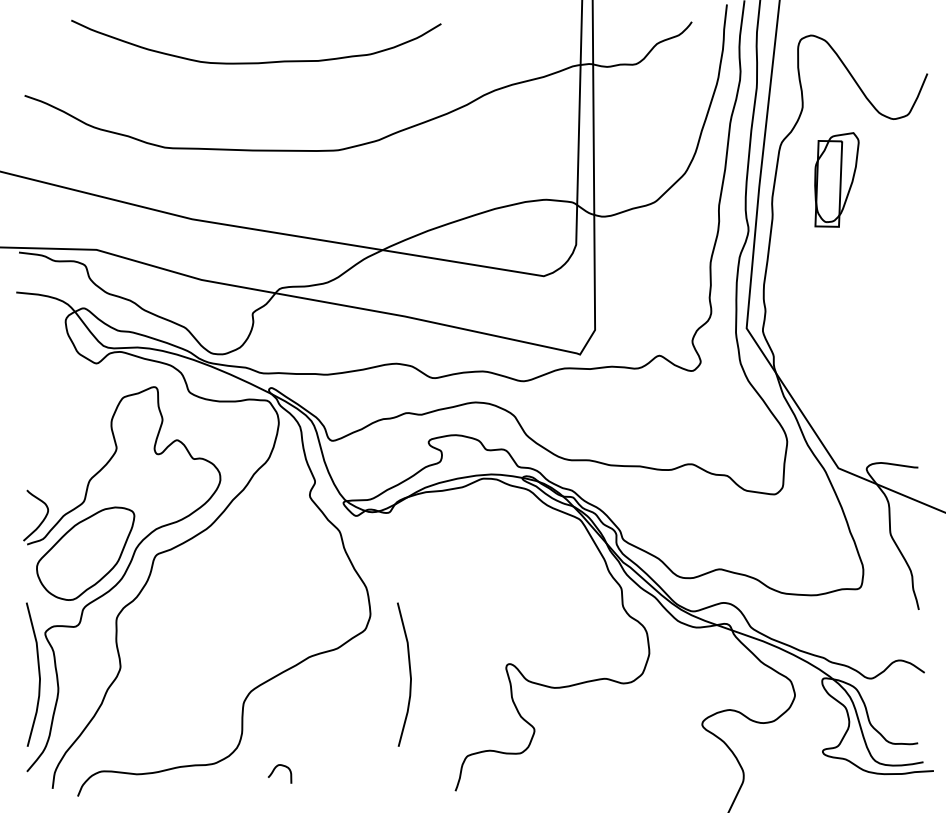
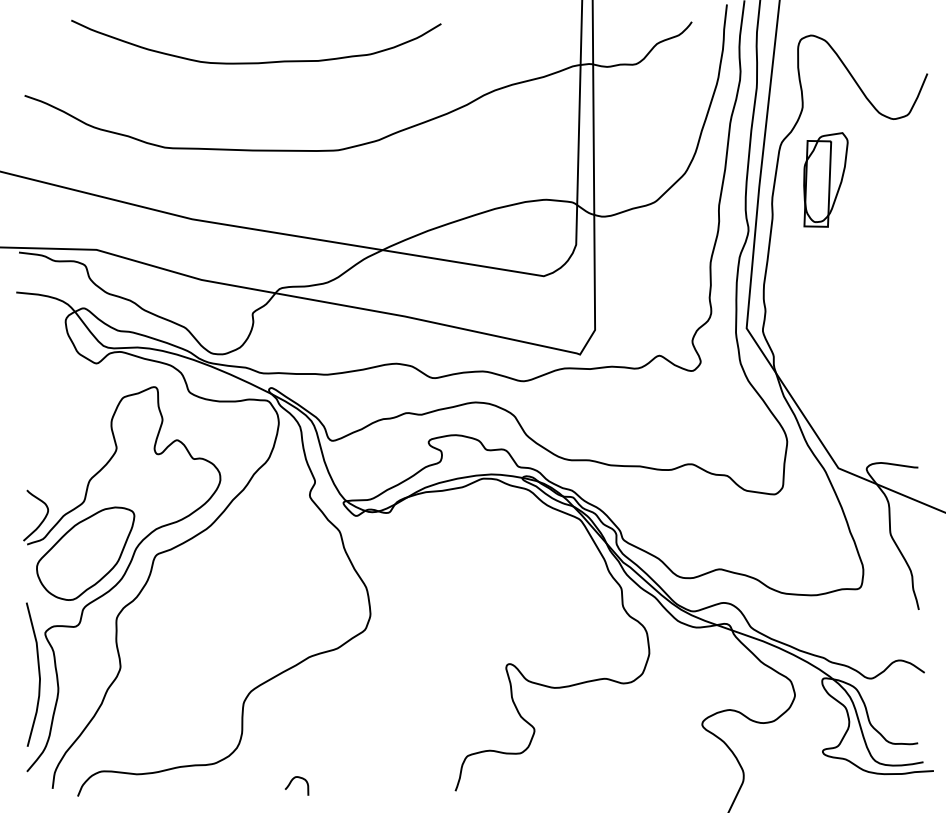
part at (836, 179) position: (836, 179) -> (825, 179)
curve at (409, 674): present -> none
curve at (275, 769) position: (275, 769) -> (292, 781)
